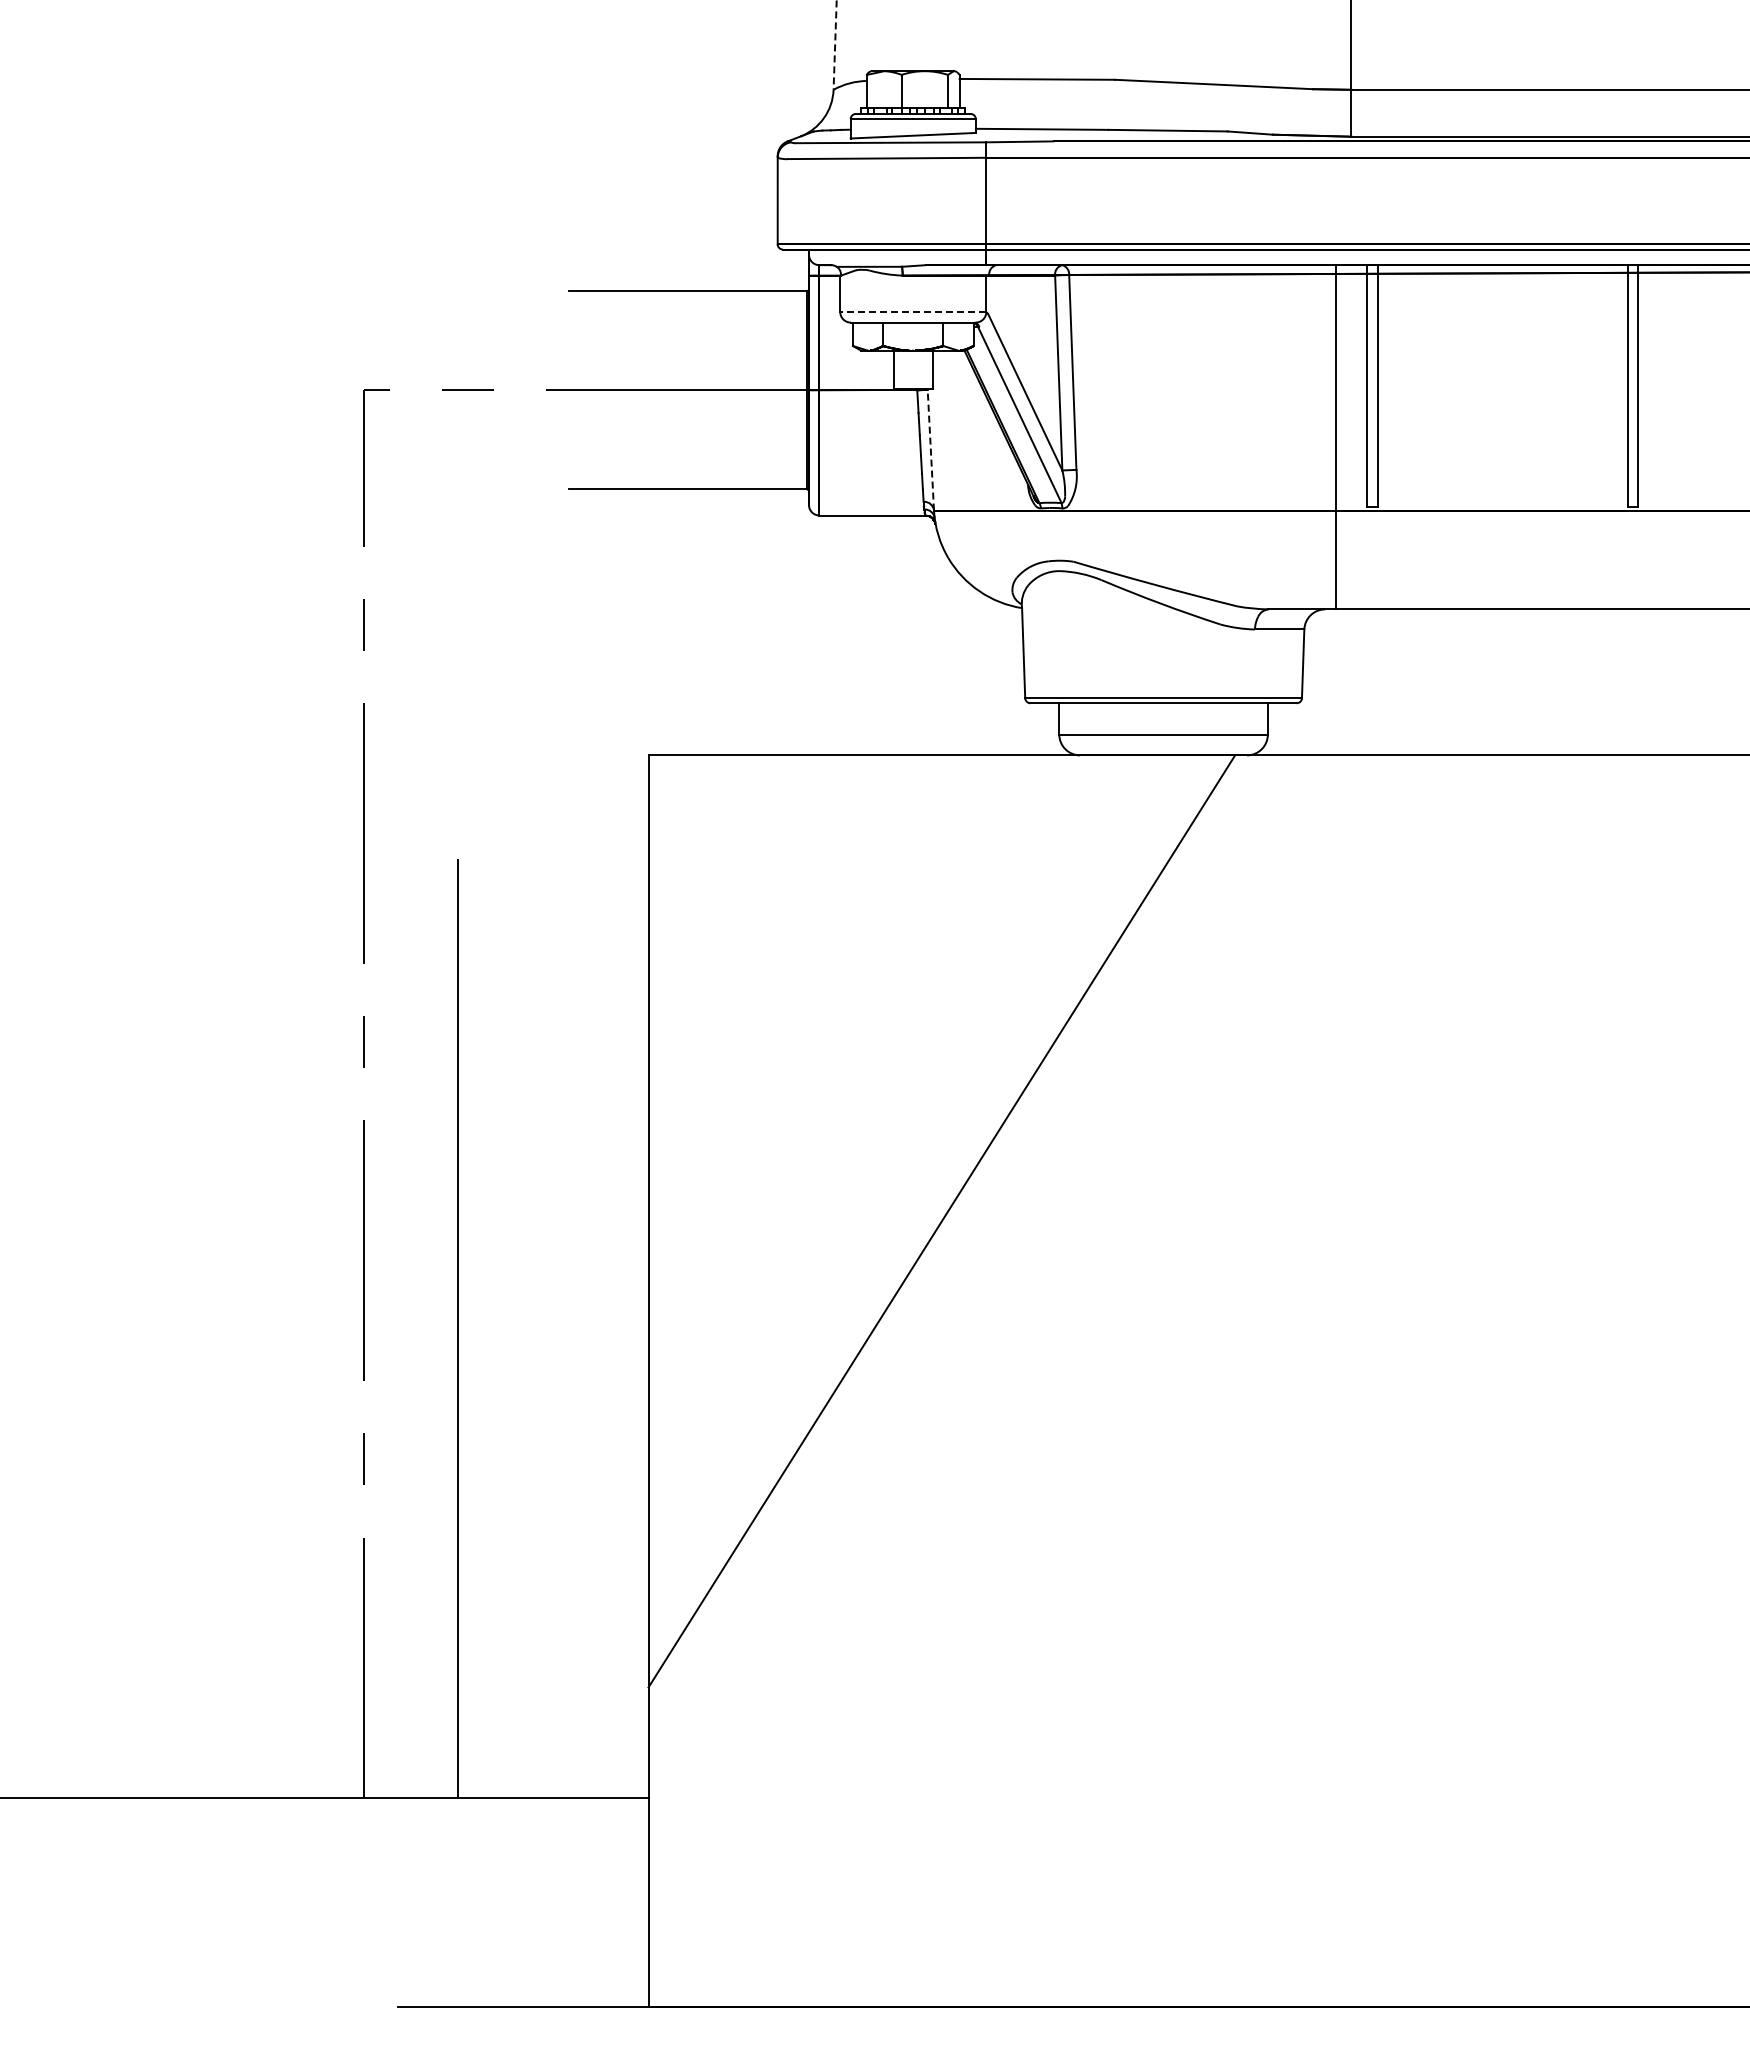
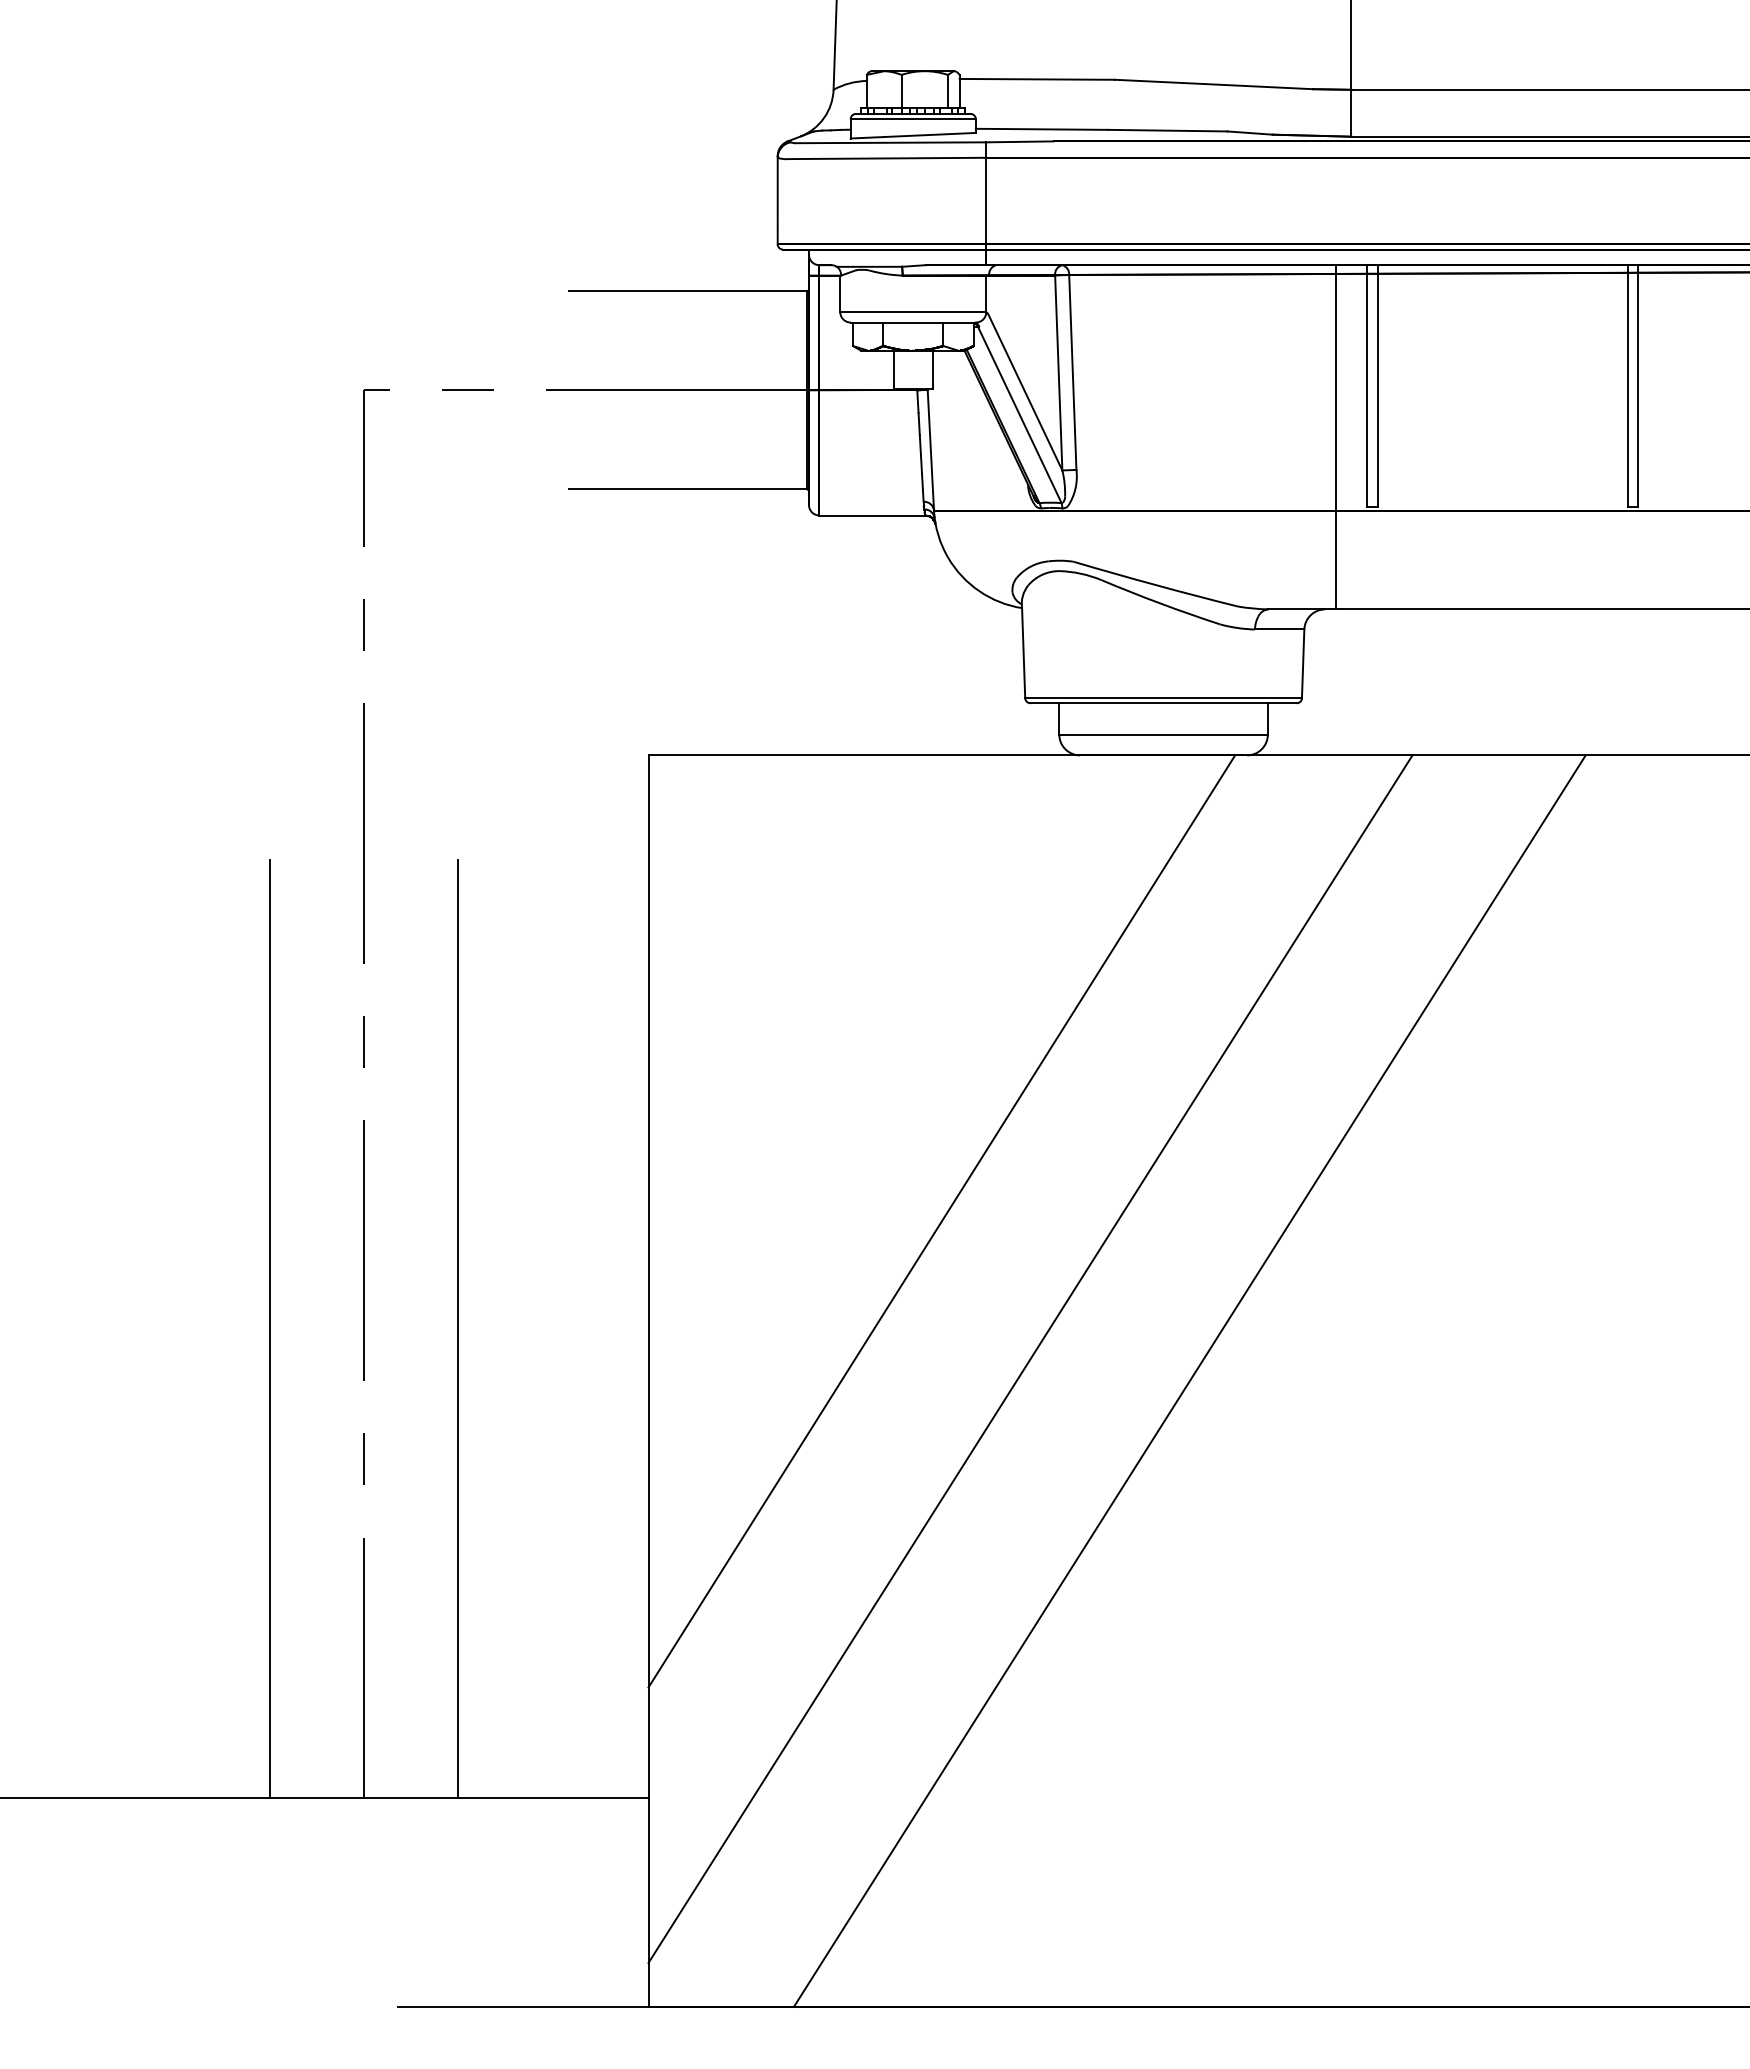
line at (835, 45): dashed -> solid
line at (912, 312): dashed -> solid
line at (930, 449): dashed -> solid
line at (270, 1328): none -> present
line at (1030, 1358): none -> present
line at (1189, 1380): none -> present
